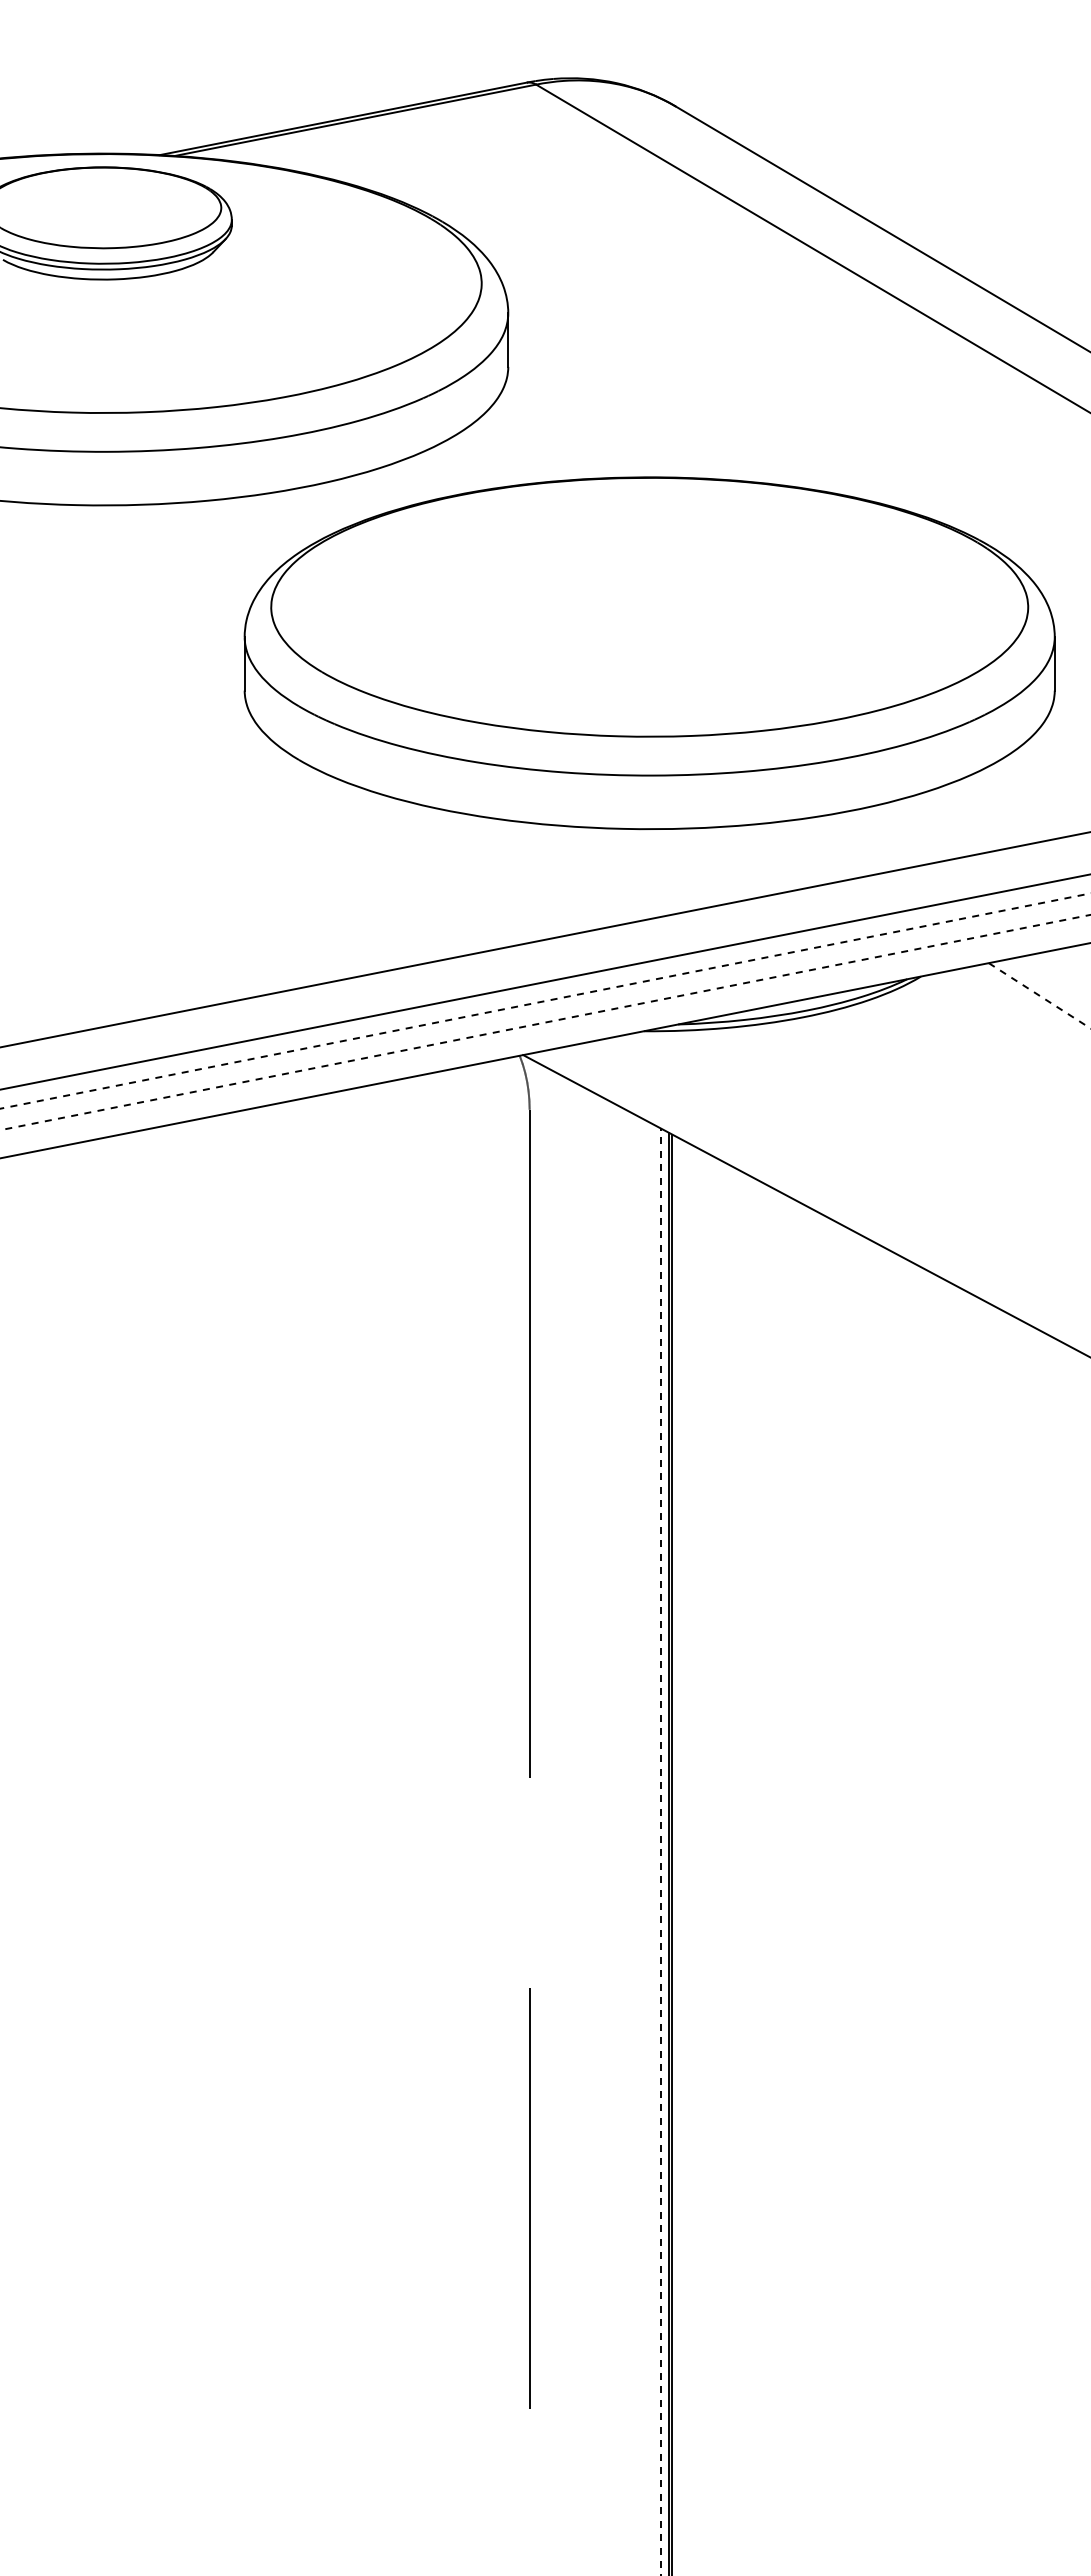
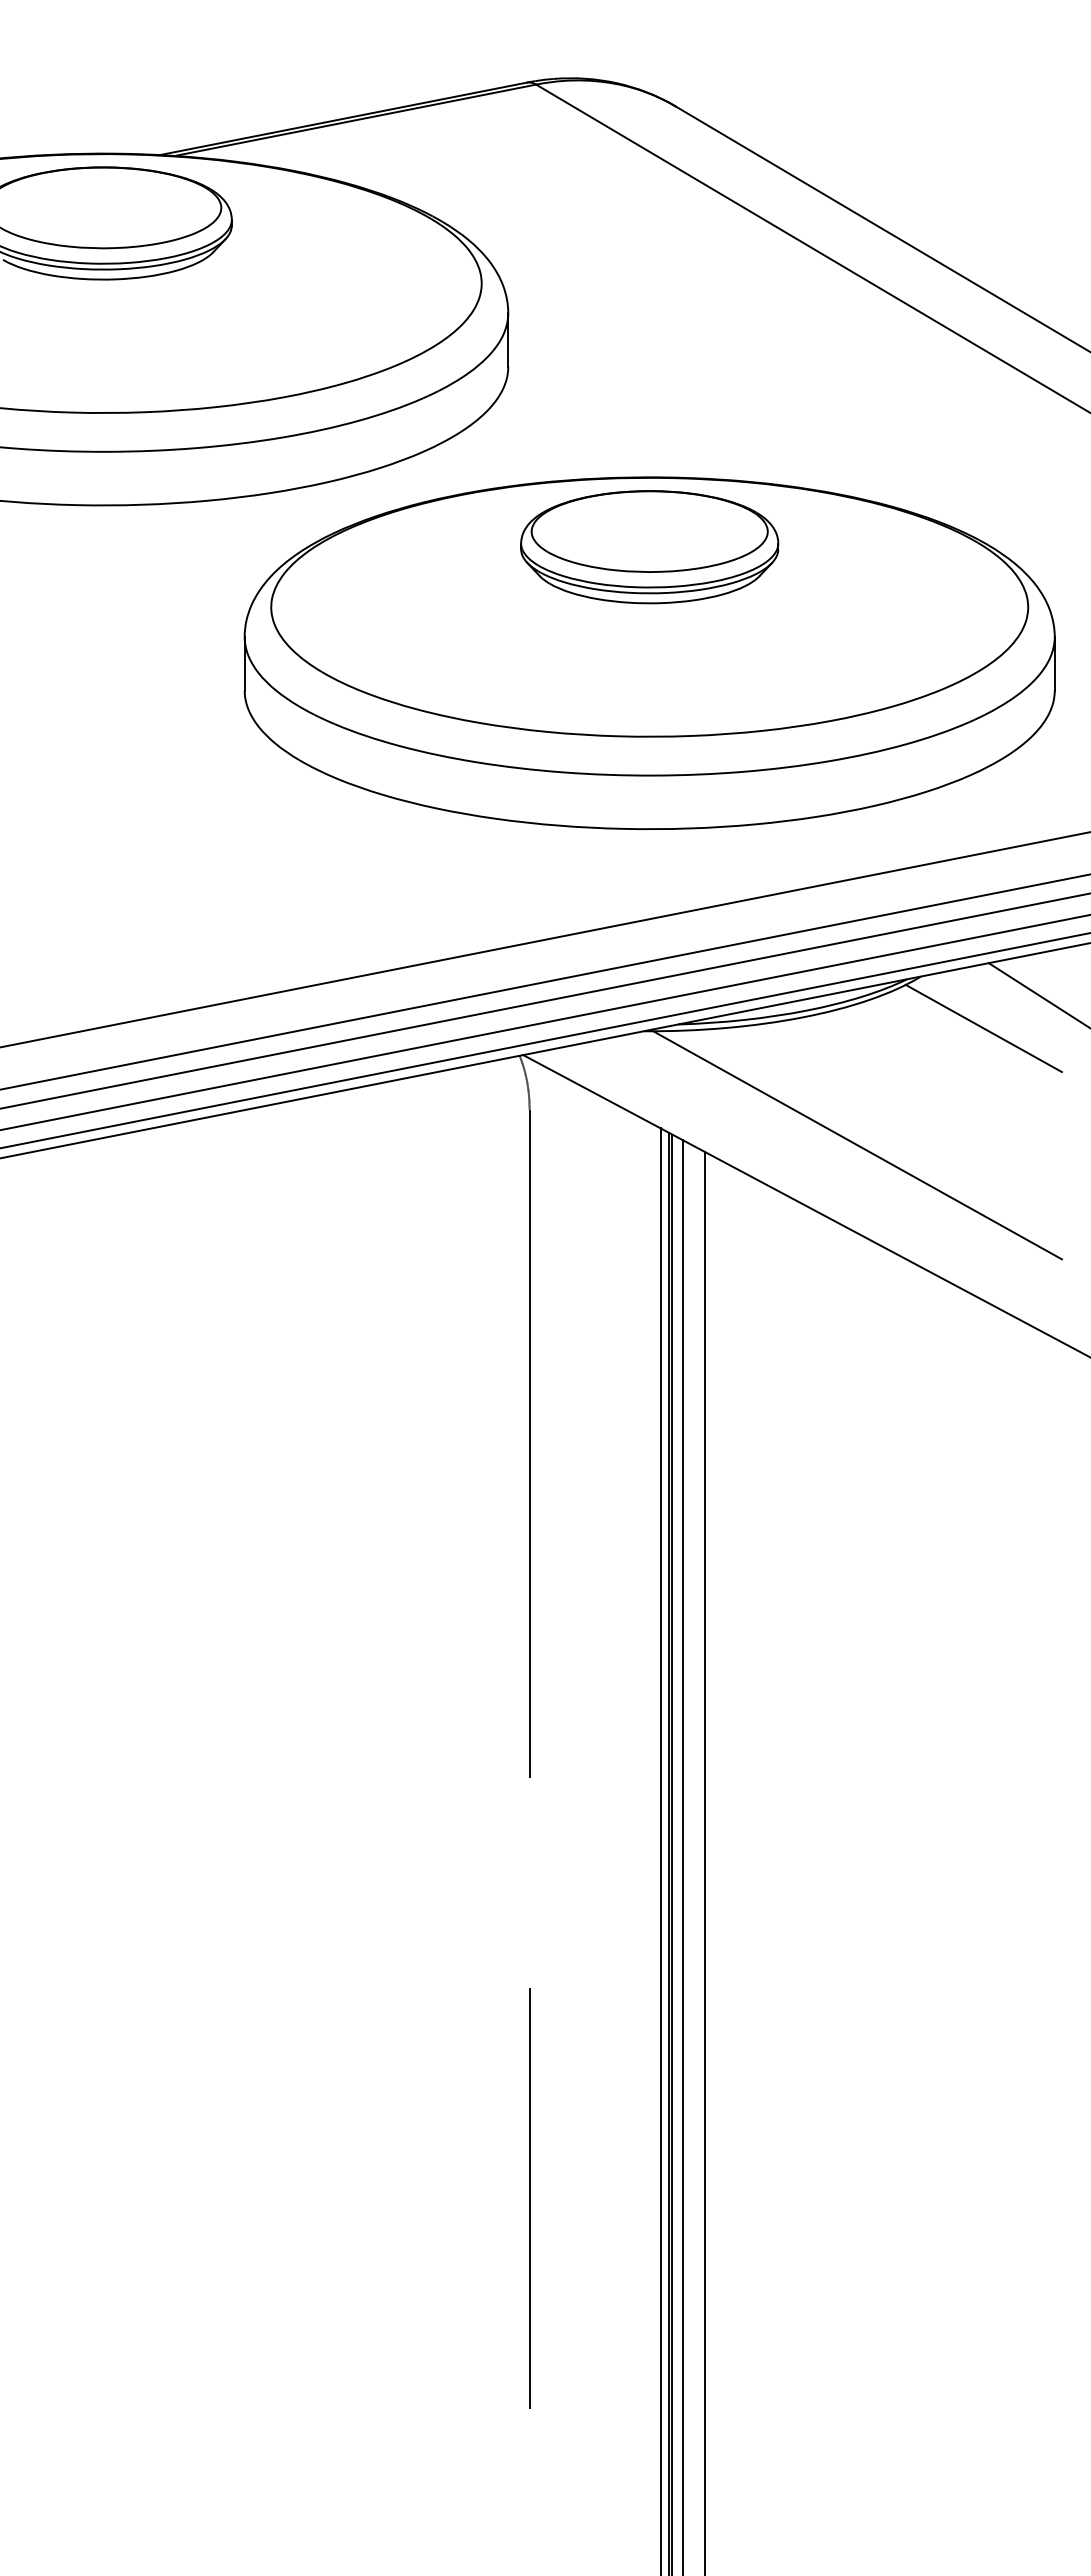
part at (649, 547): none -> present
line at (1040, 996): dashed -> solid
line at (545, 1000): dashed -> solid
line at (546, 1022): dashed -> solid
line at (983, 1028): none -> present
line at (544, 1040): none -> present
line at (857, 1145): none -> present
line at (660, 1851): dashed -> solid
line at (683, 1856): none -> present
line at (705, 1862): none -> present
